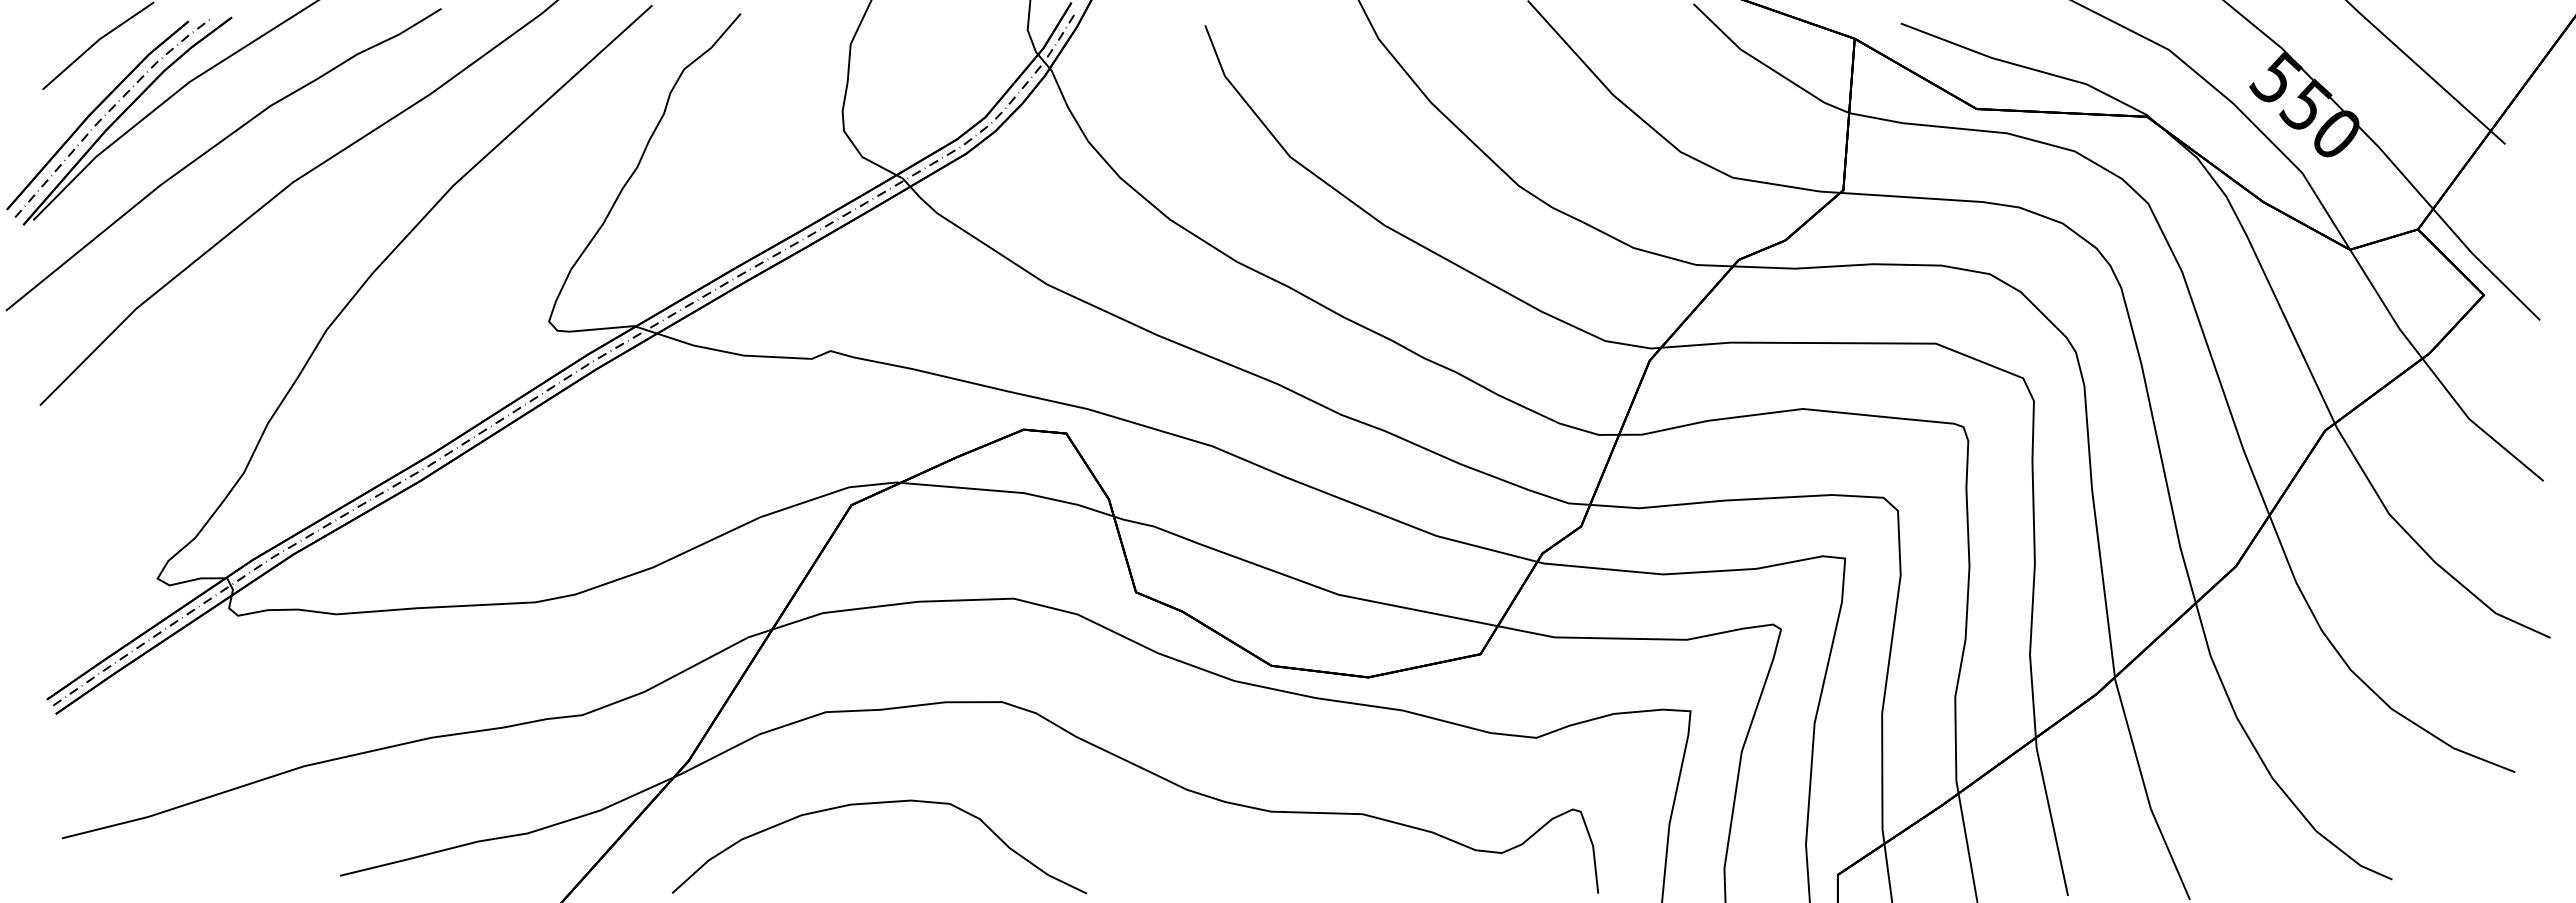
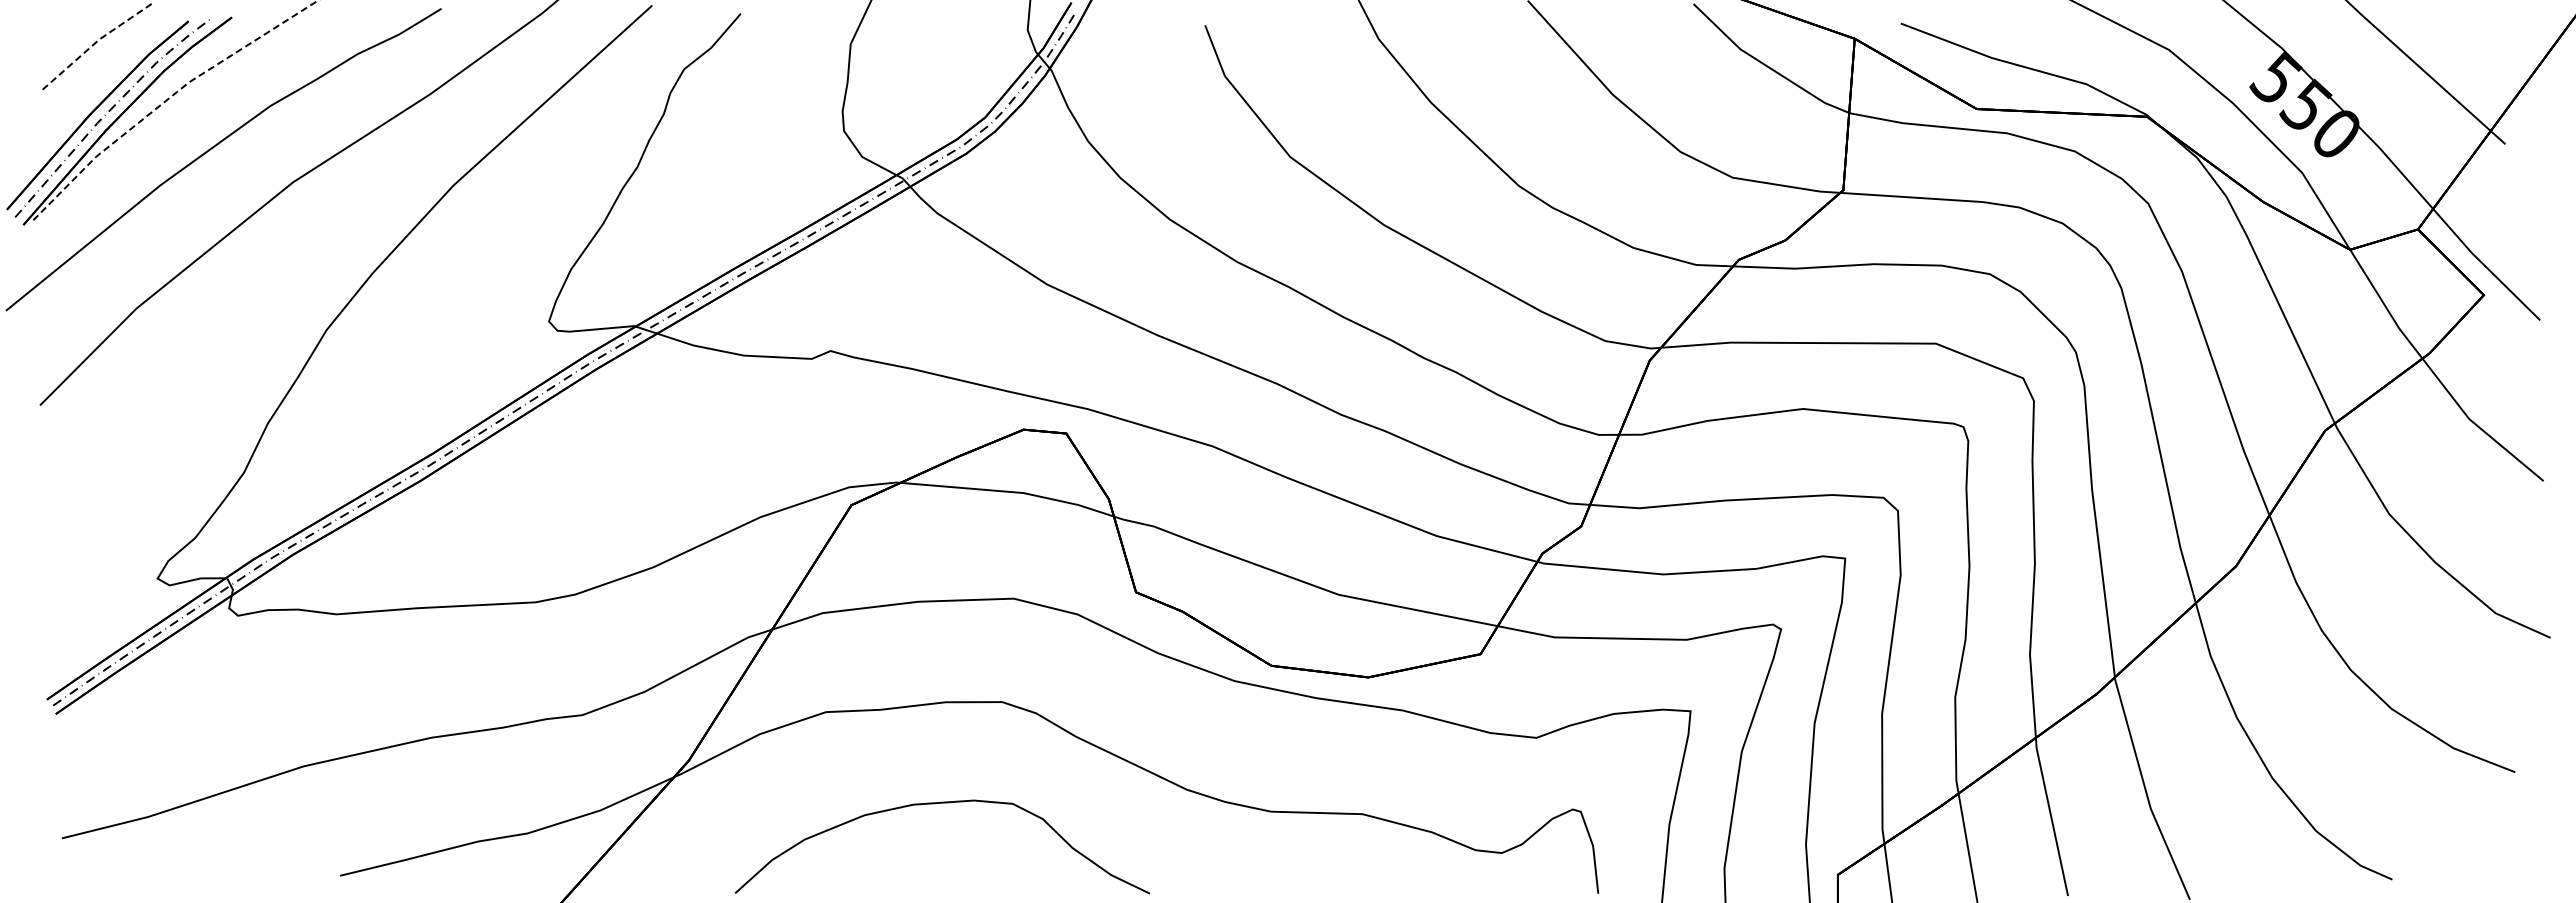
line at (95, 42): solid -> dashed
line at (167, 99): solid -> dashed
curve at (872, 804) position: (872, 804) -> (935, 804)
